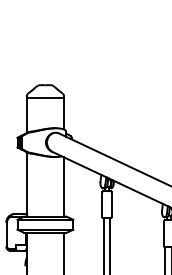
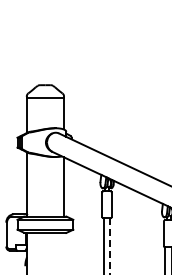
line at (110, 247): solid -> dashed
line at (63, 251): present -> none
